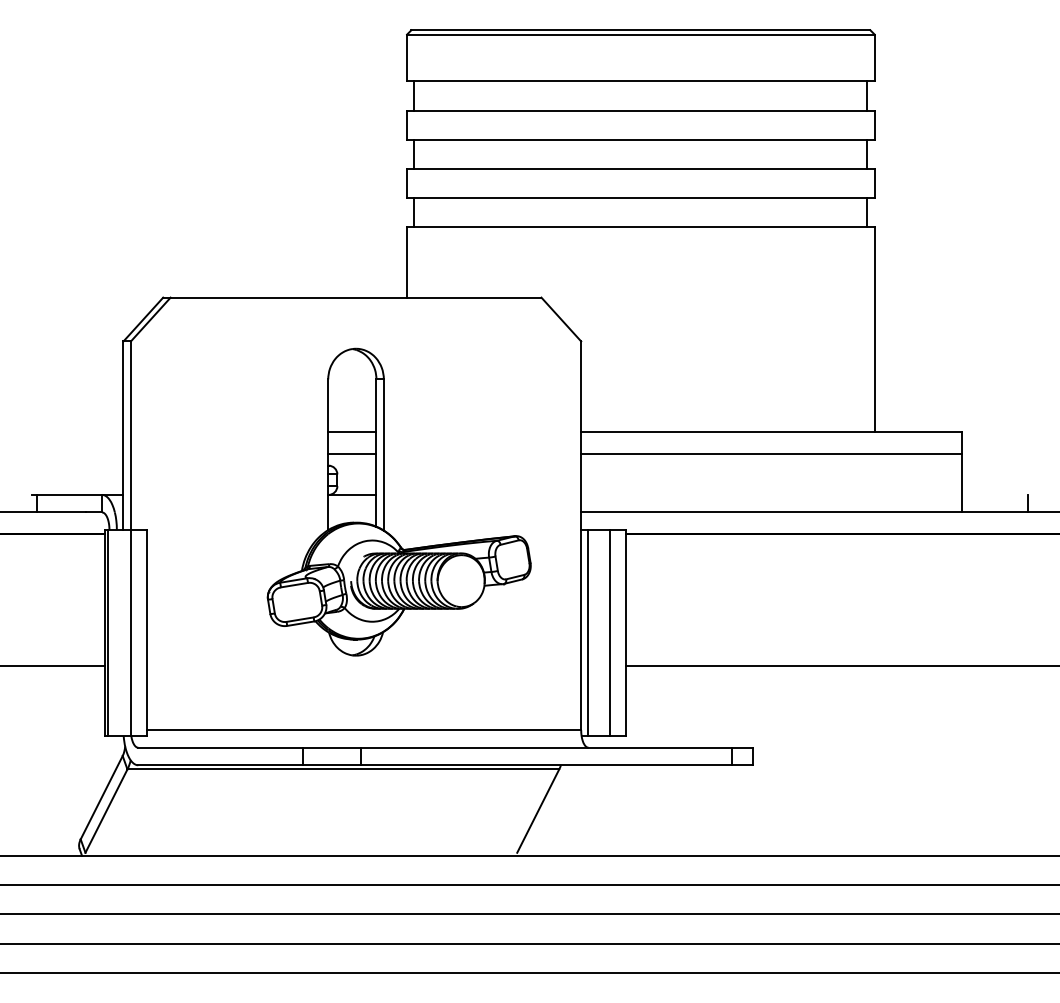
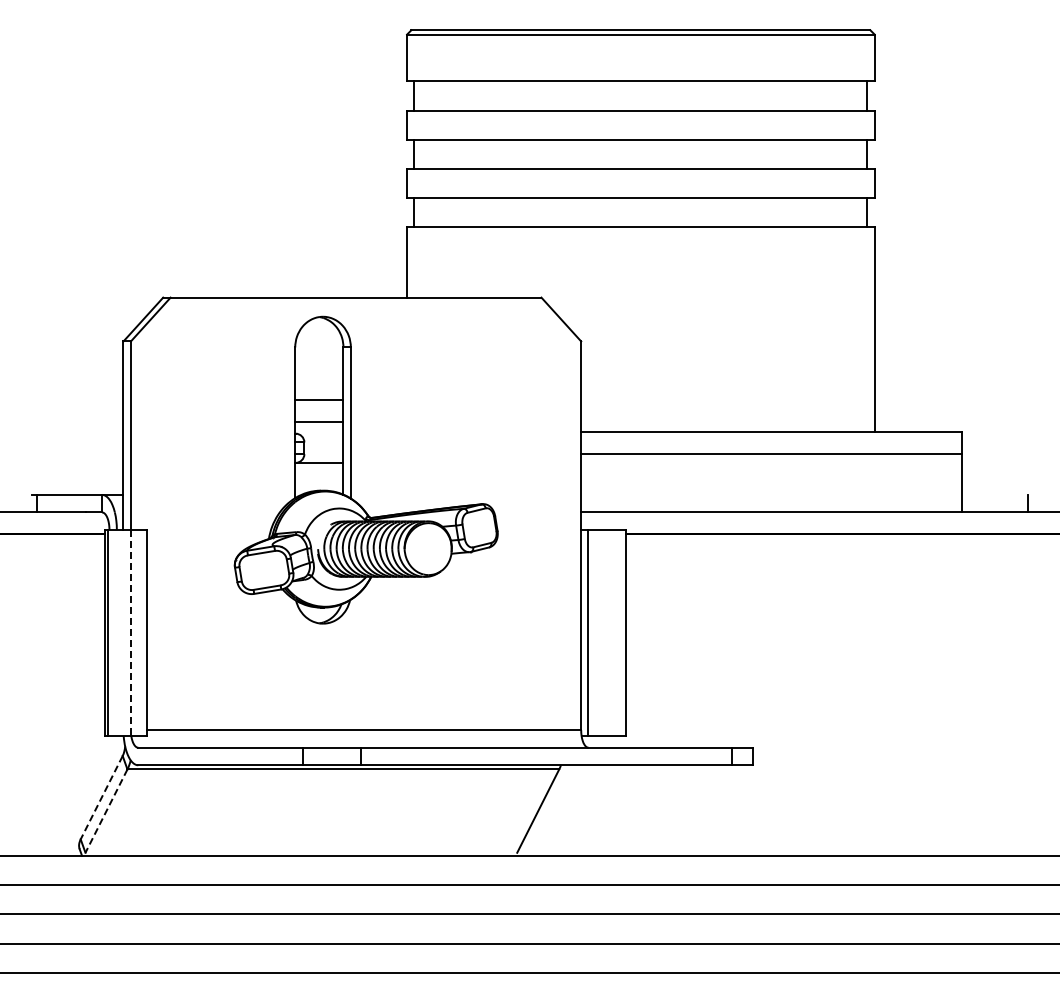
part at (384, 501) position: (384, 501) -> (351, 469)
line at (610, 632): present -> none
line at (130, 633): solid -> dashed
line at (53, 665): present -> none
line at (840, 665): present -> none
line at (101, 797): solid -> dashed
line at (106, 811): solid -> dashed
